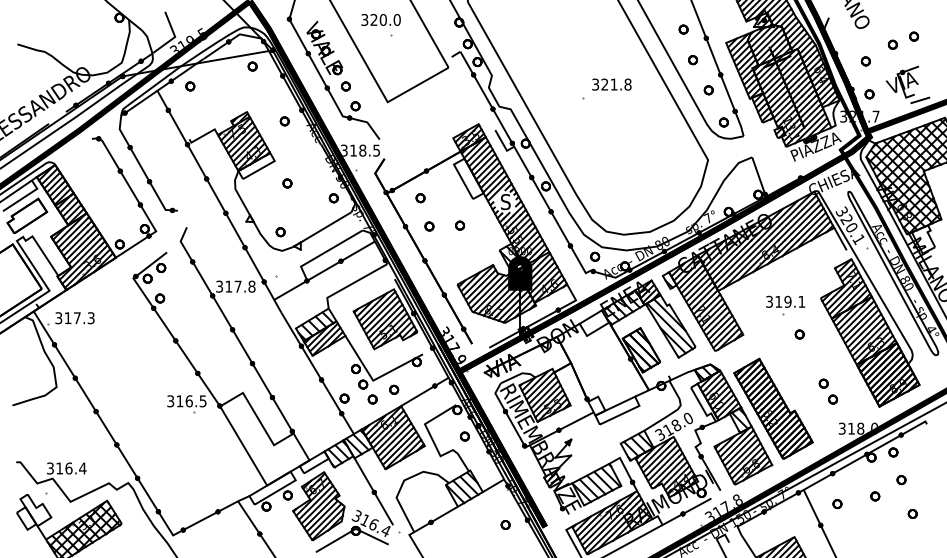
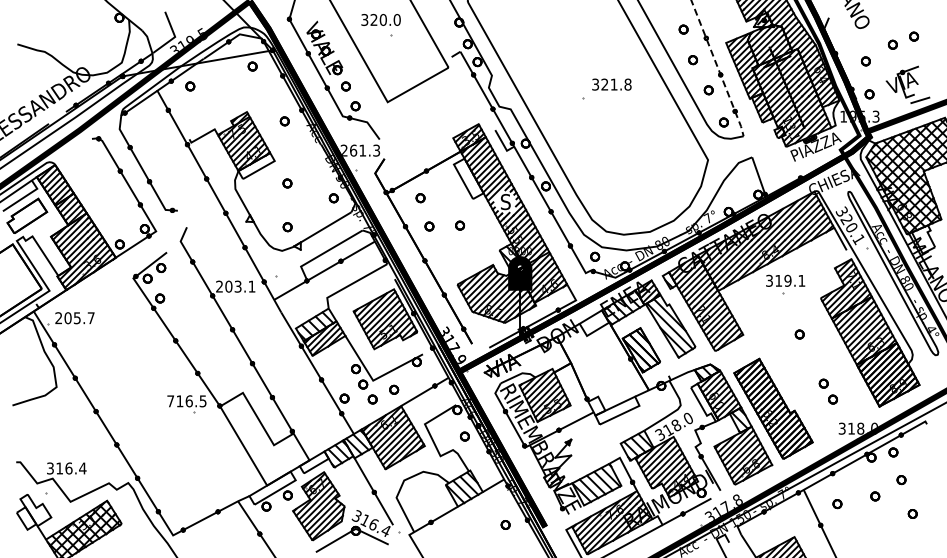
line at (718, 68): solid -> dashed
text at (859, 116): 321.7 -> 195.3
text at (360, 150): 318.5 -> 261.3
part at (280, 232) position: (280, 232) -> (287, 227)
text at (235, 286): 317.8 -> 203.1
part at (785, 305) position: (785, 305) -> (785, 284)
text at (74, 318): 317.3 -> 205.7
text at (170, 401): 316.5 -> 716.5
